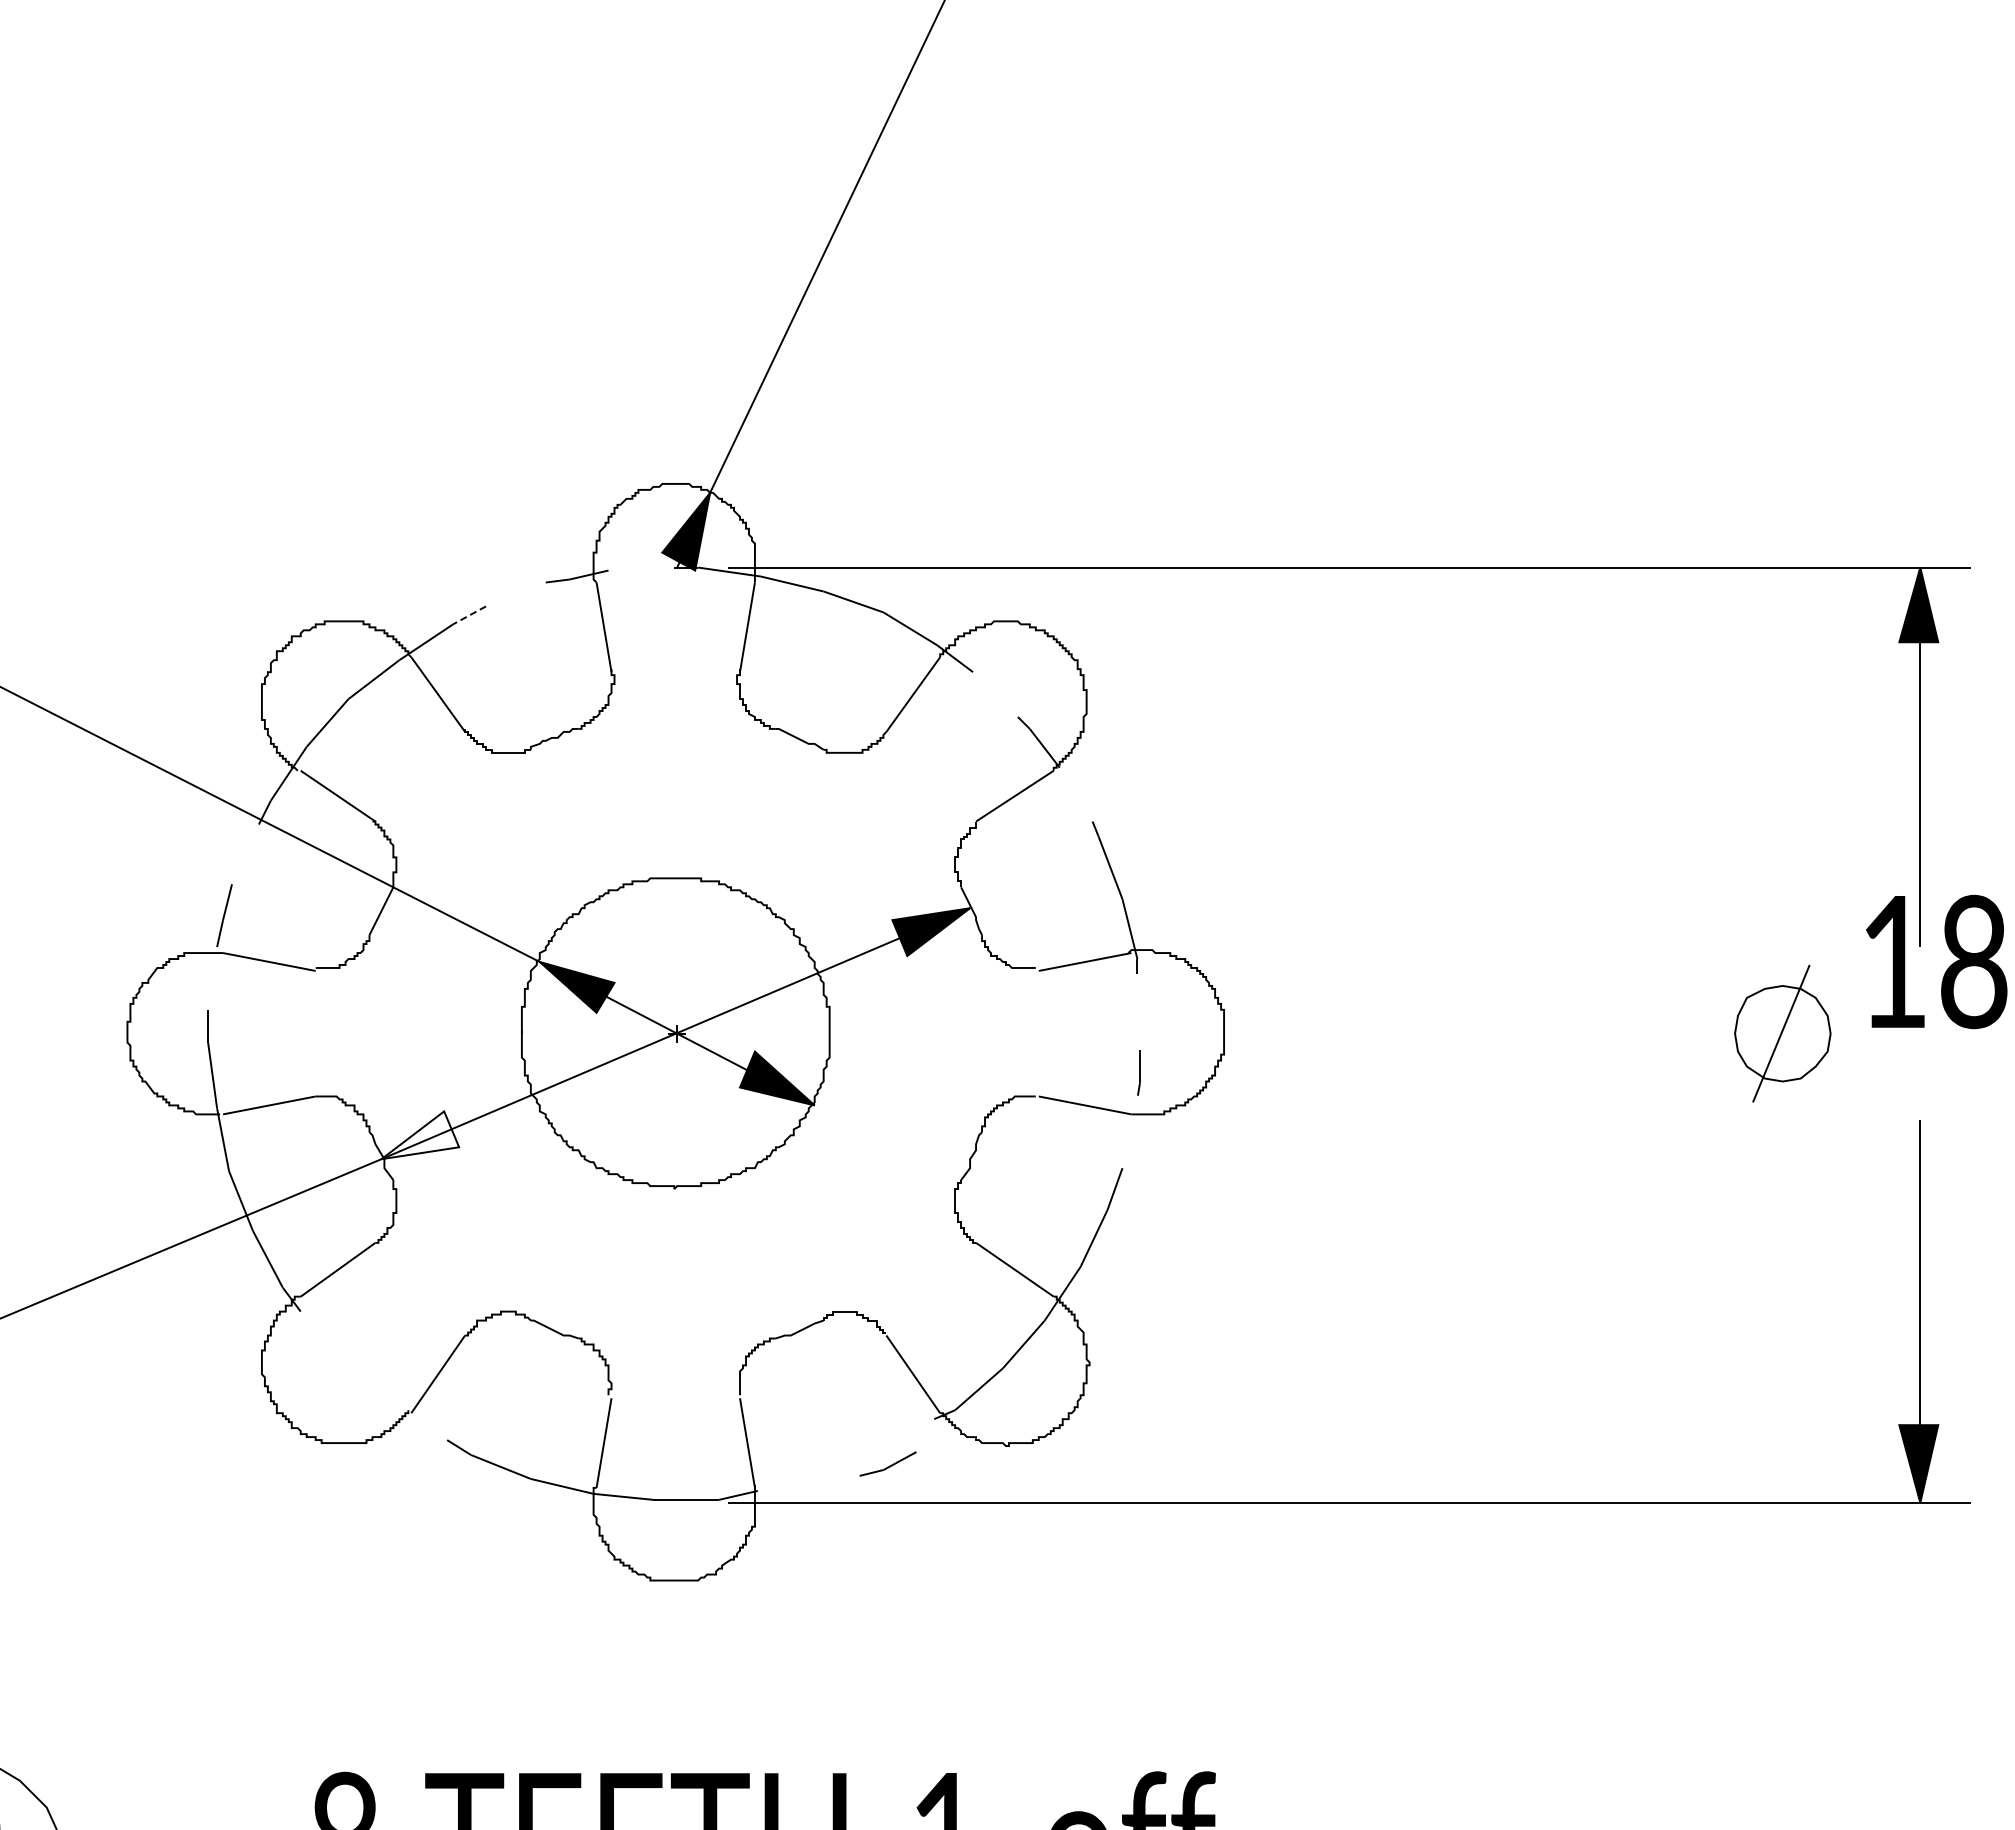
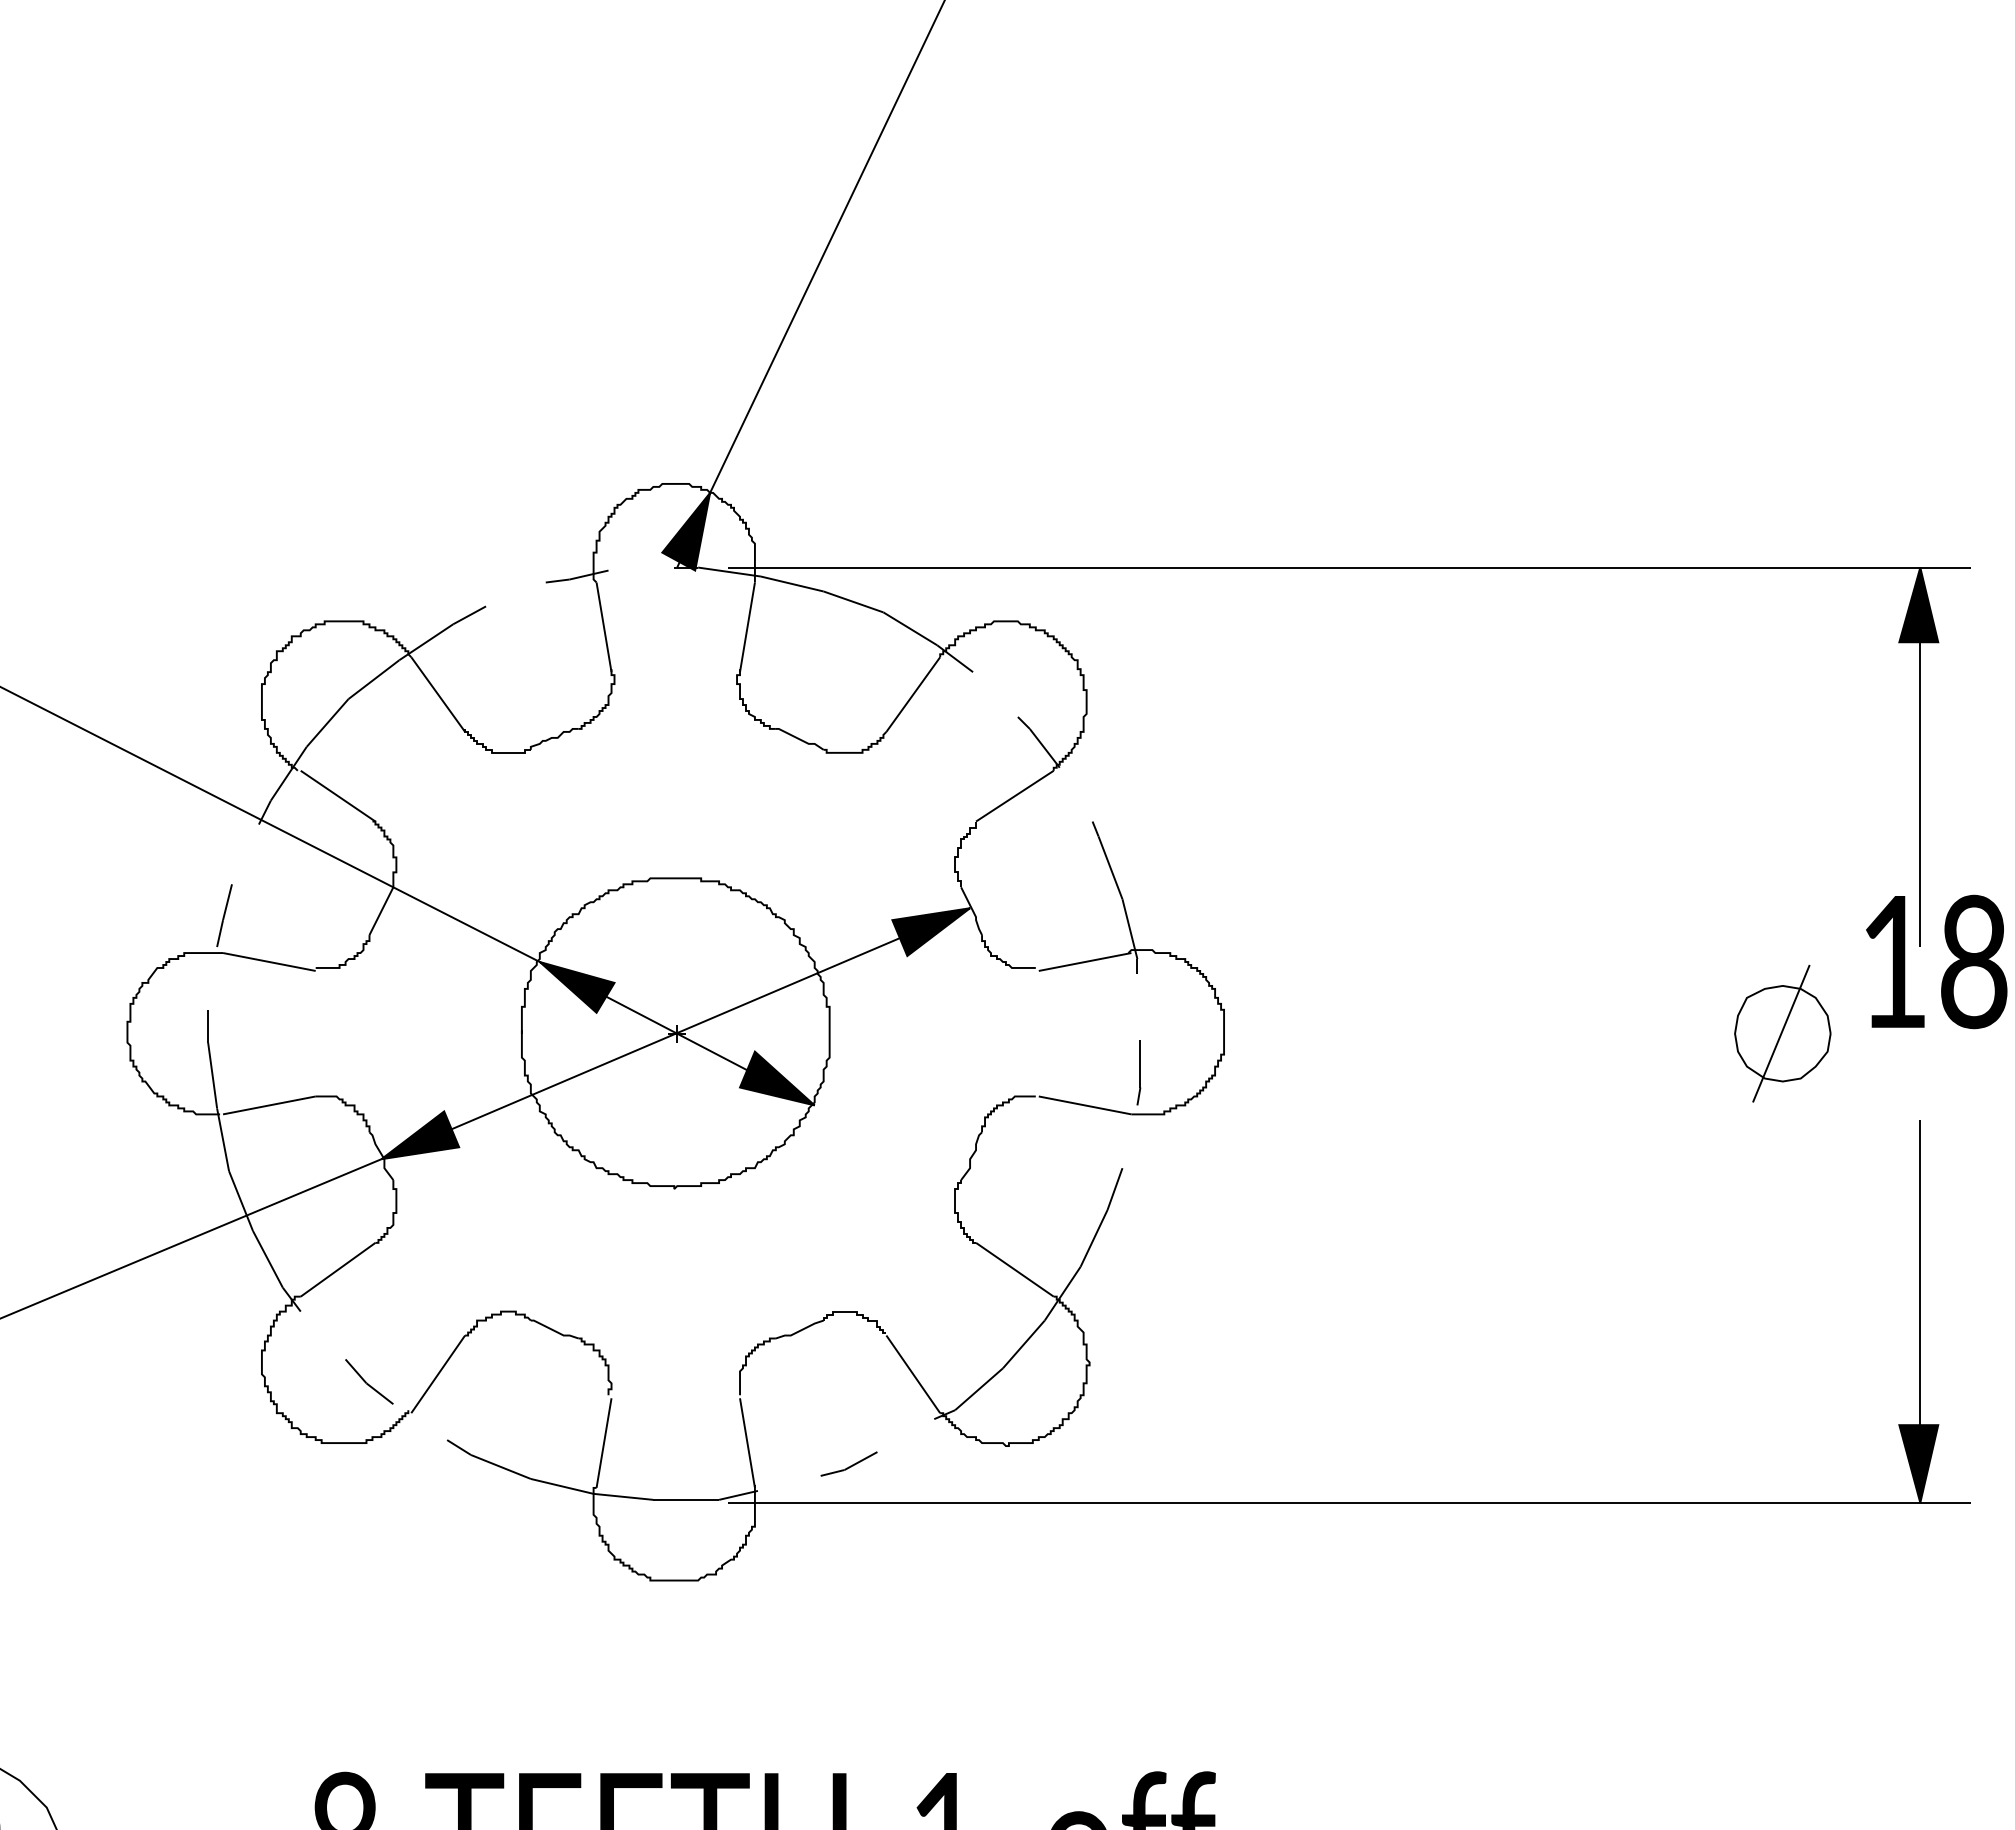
line at (469, 615): dashed -> solid
part at (1138, 1072) size: 4x46 px -> 6x66 px
fill at (420, 1135): none -> present
part at (369, 1381): none -> present
part at (887, 1463) position: (887, 1463) -> (848, 1463)
